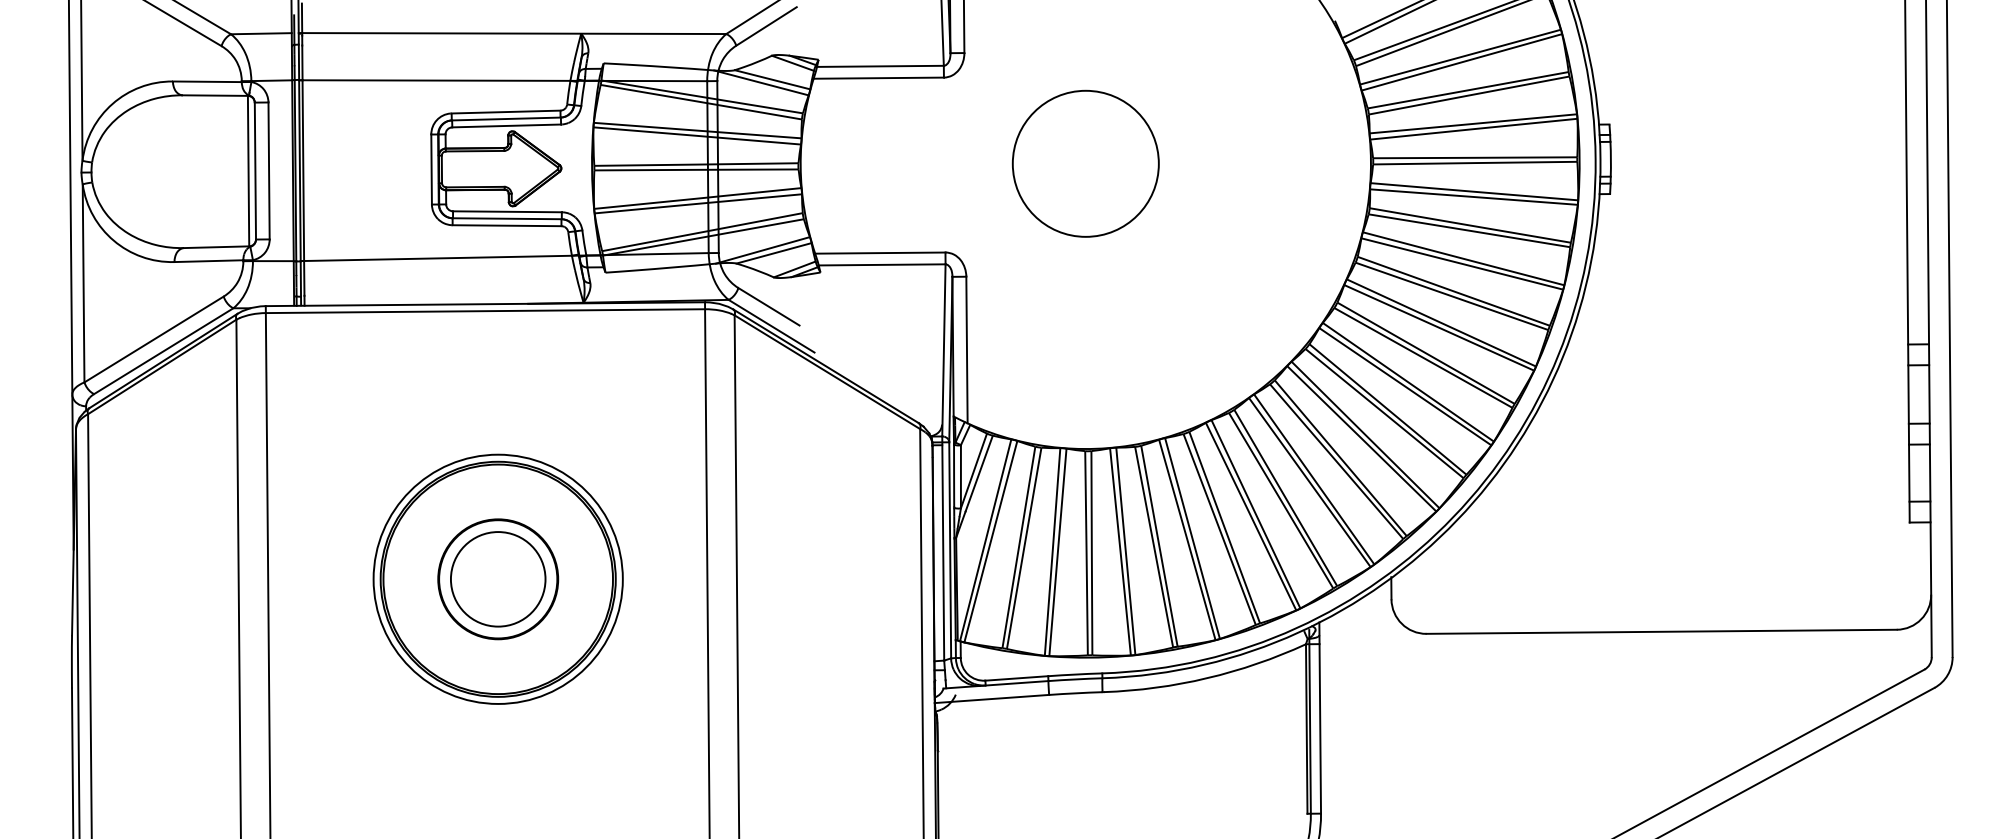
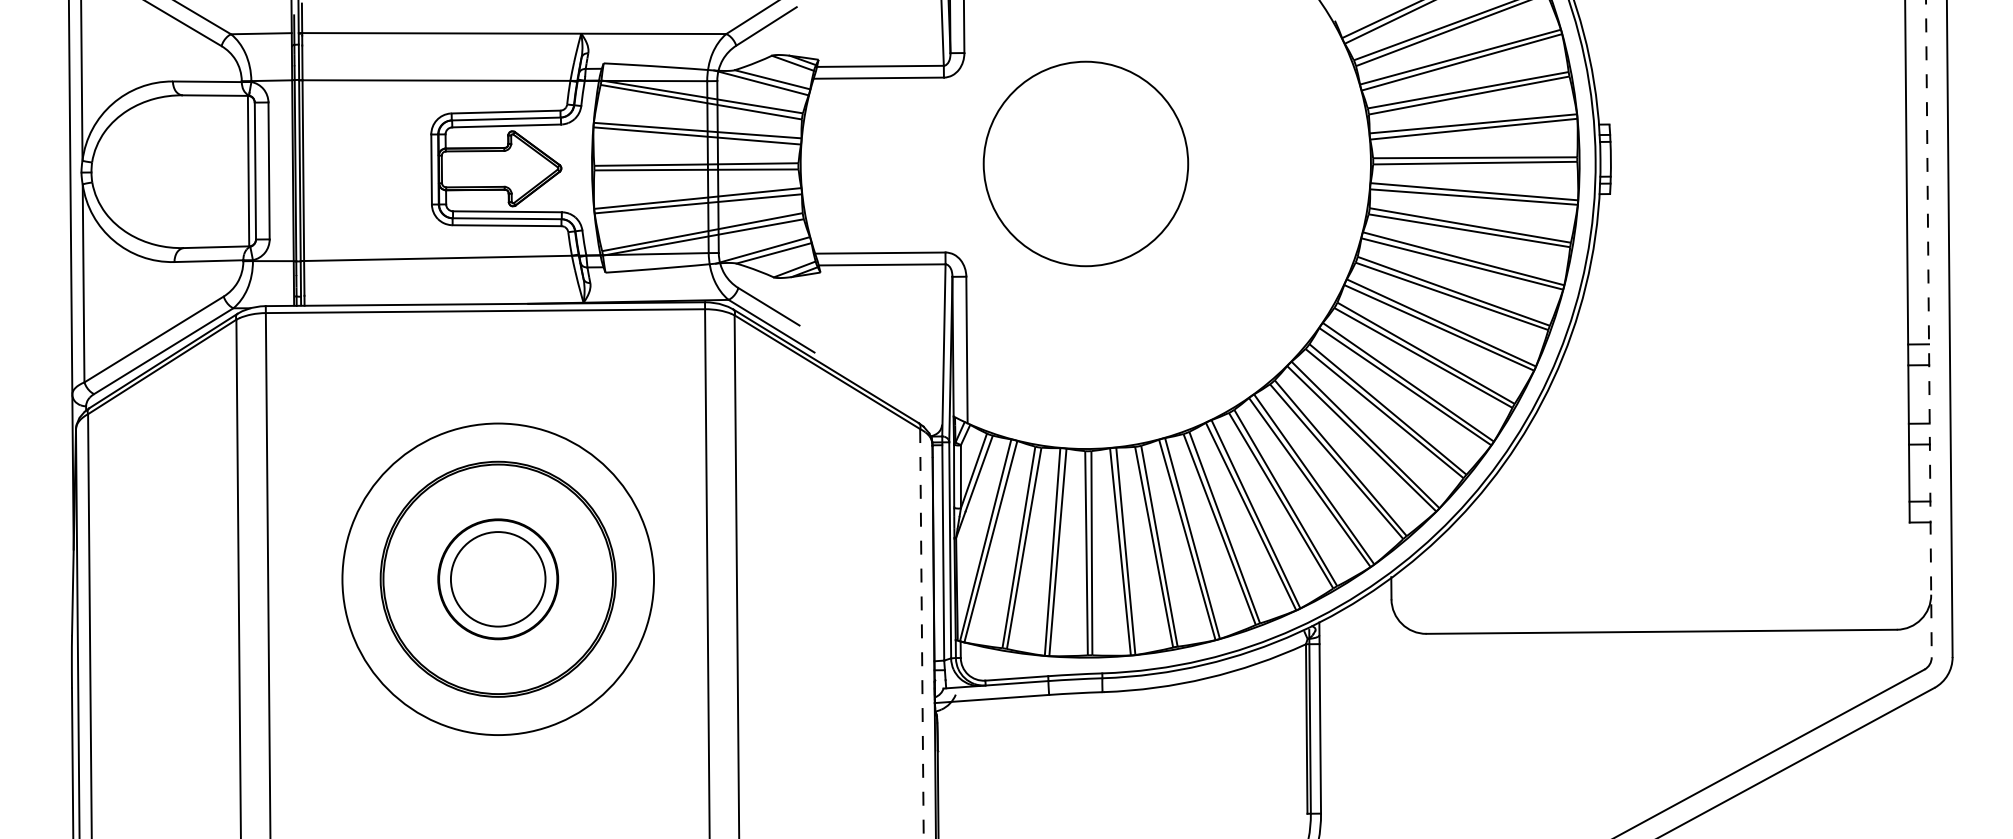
circle at (1085, 163) size: 149x149 px -> 208x208 px
line at (1928, 329): solid -> dashed
circle at (497, 578) diameter: 249 px -> 312 px
line at (921, 633): solid -> dashed
